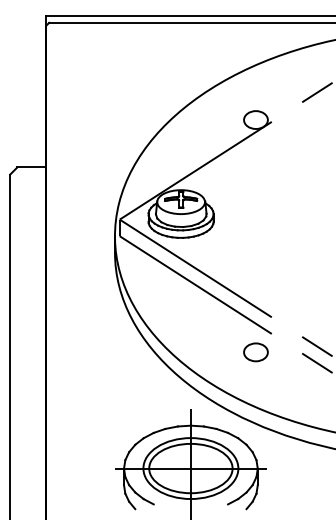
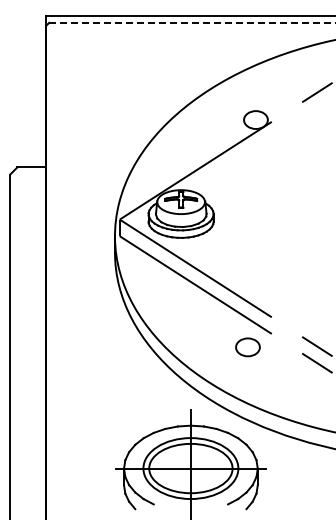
line at (193, 22): solid -> dashed
part at (255, 352) position: (255, 352) -> (247, 347)
